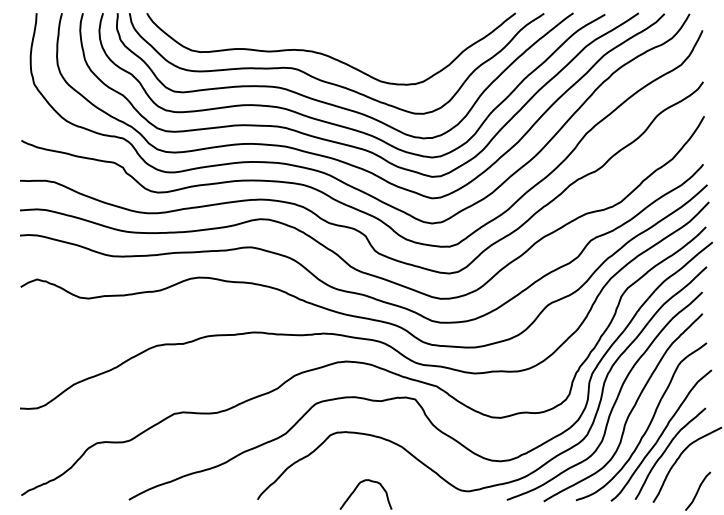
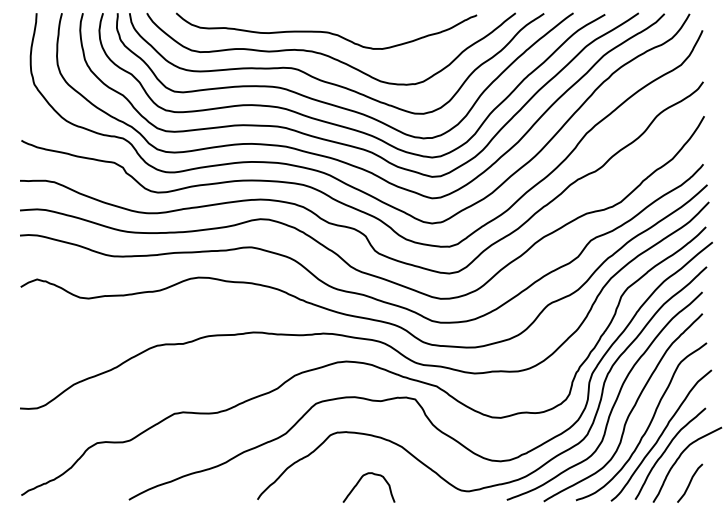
curve at (326, 31): none -> present
curve at (356, 489) position: (356, 489) -> (359, 482)
curve at (698, 490) position: (698, 490) -> (690, 482)
